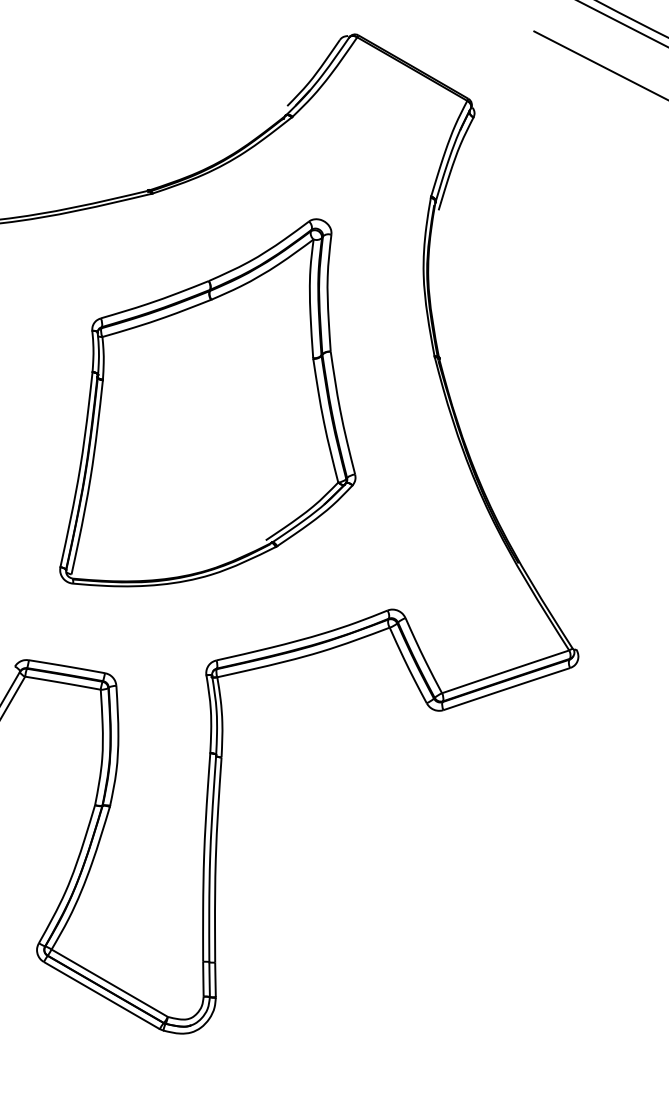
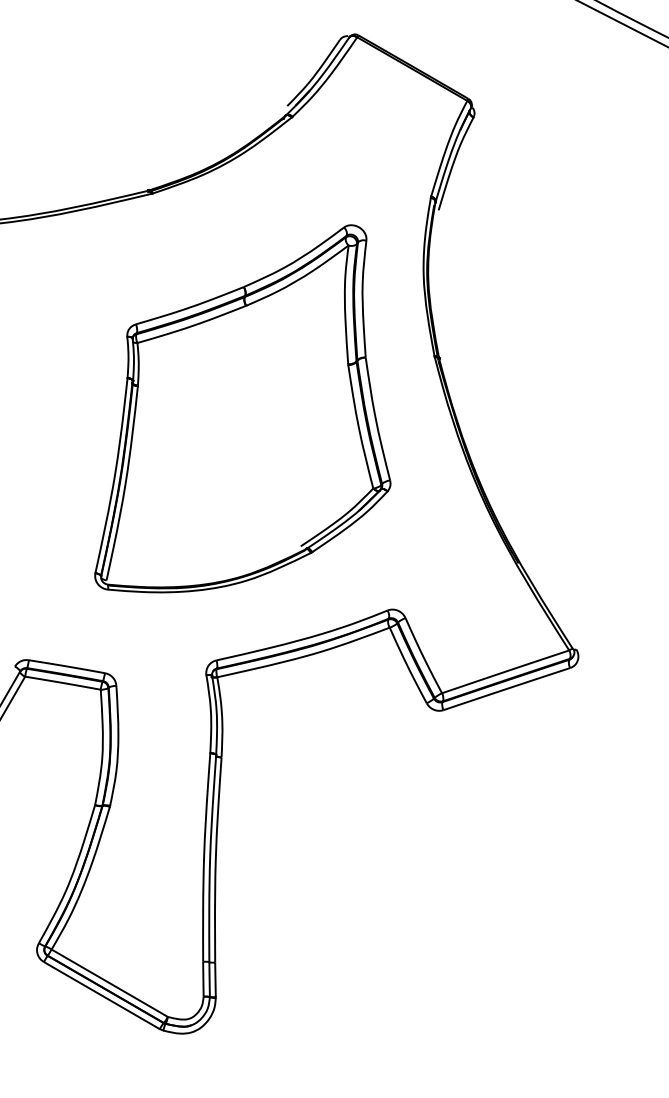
line at (599, 64): present -> none
part at (207, 402) position: (207, 402) -> (242, 408)
